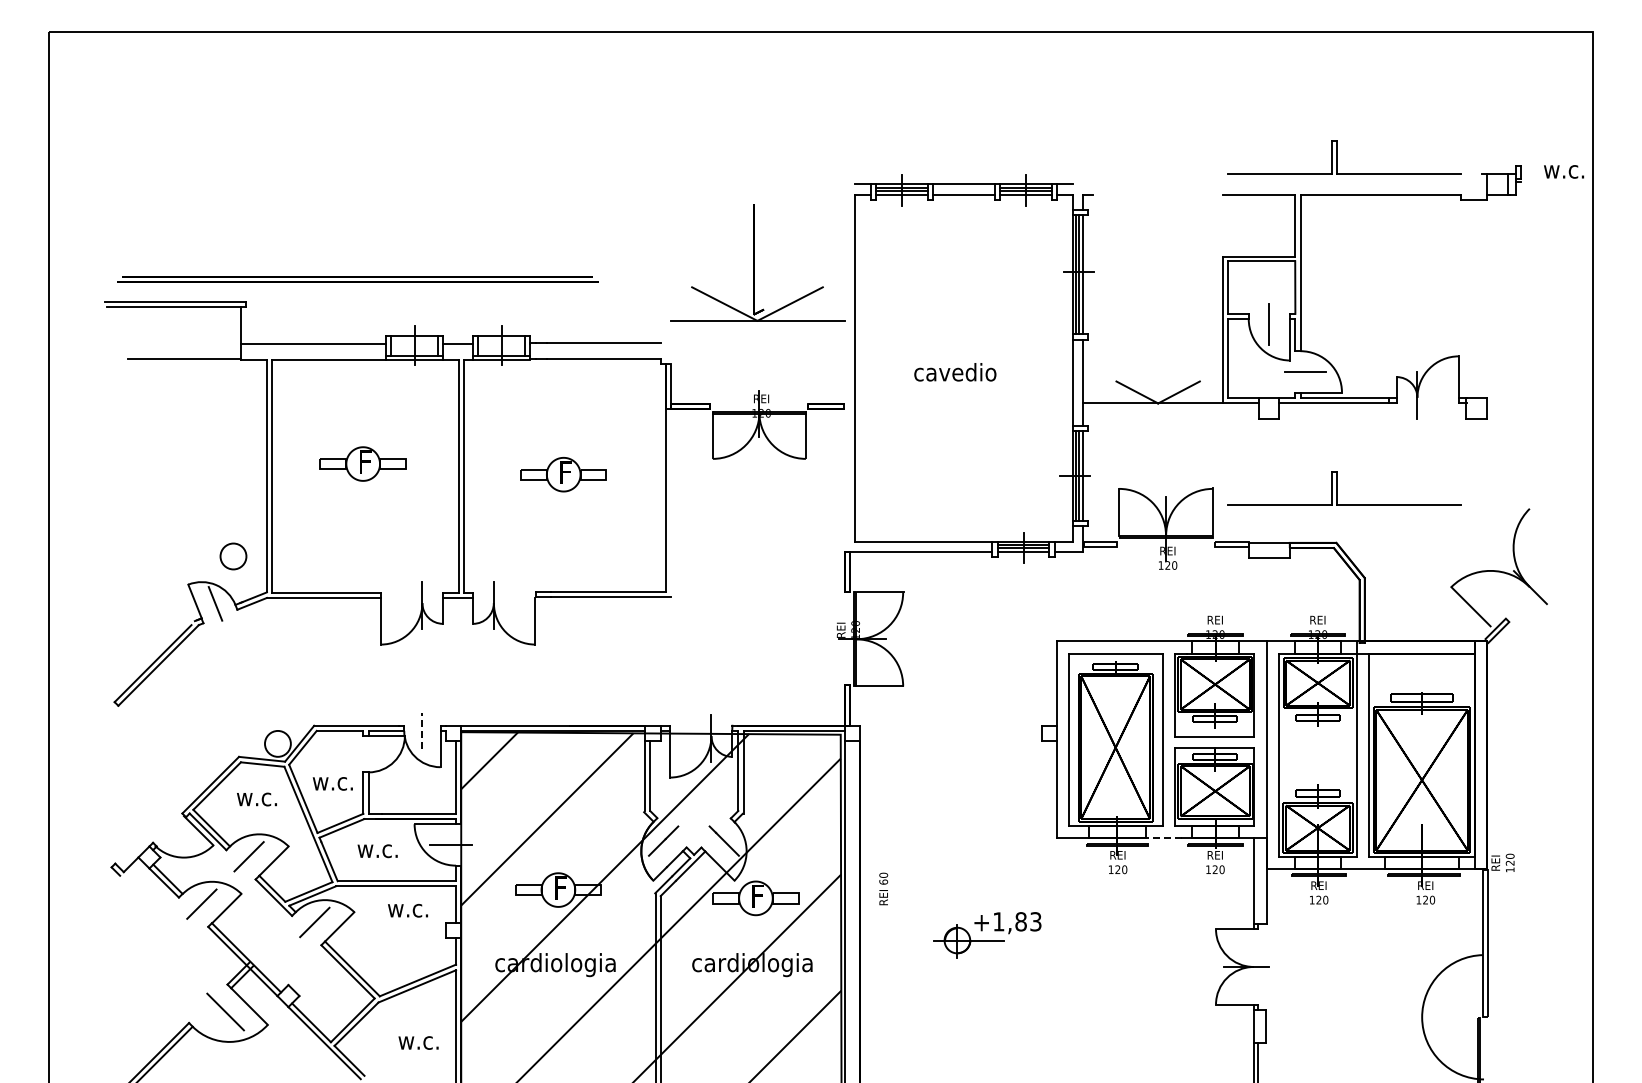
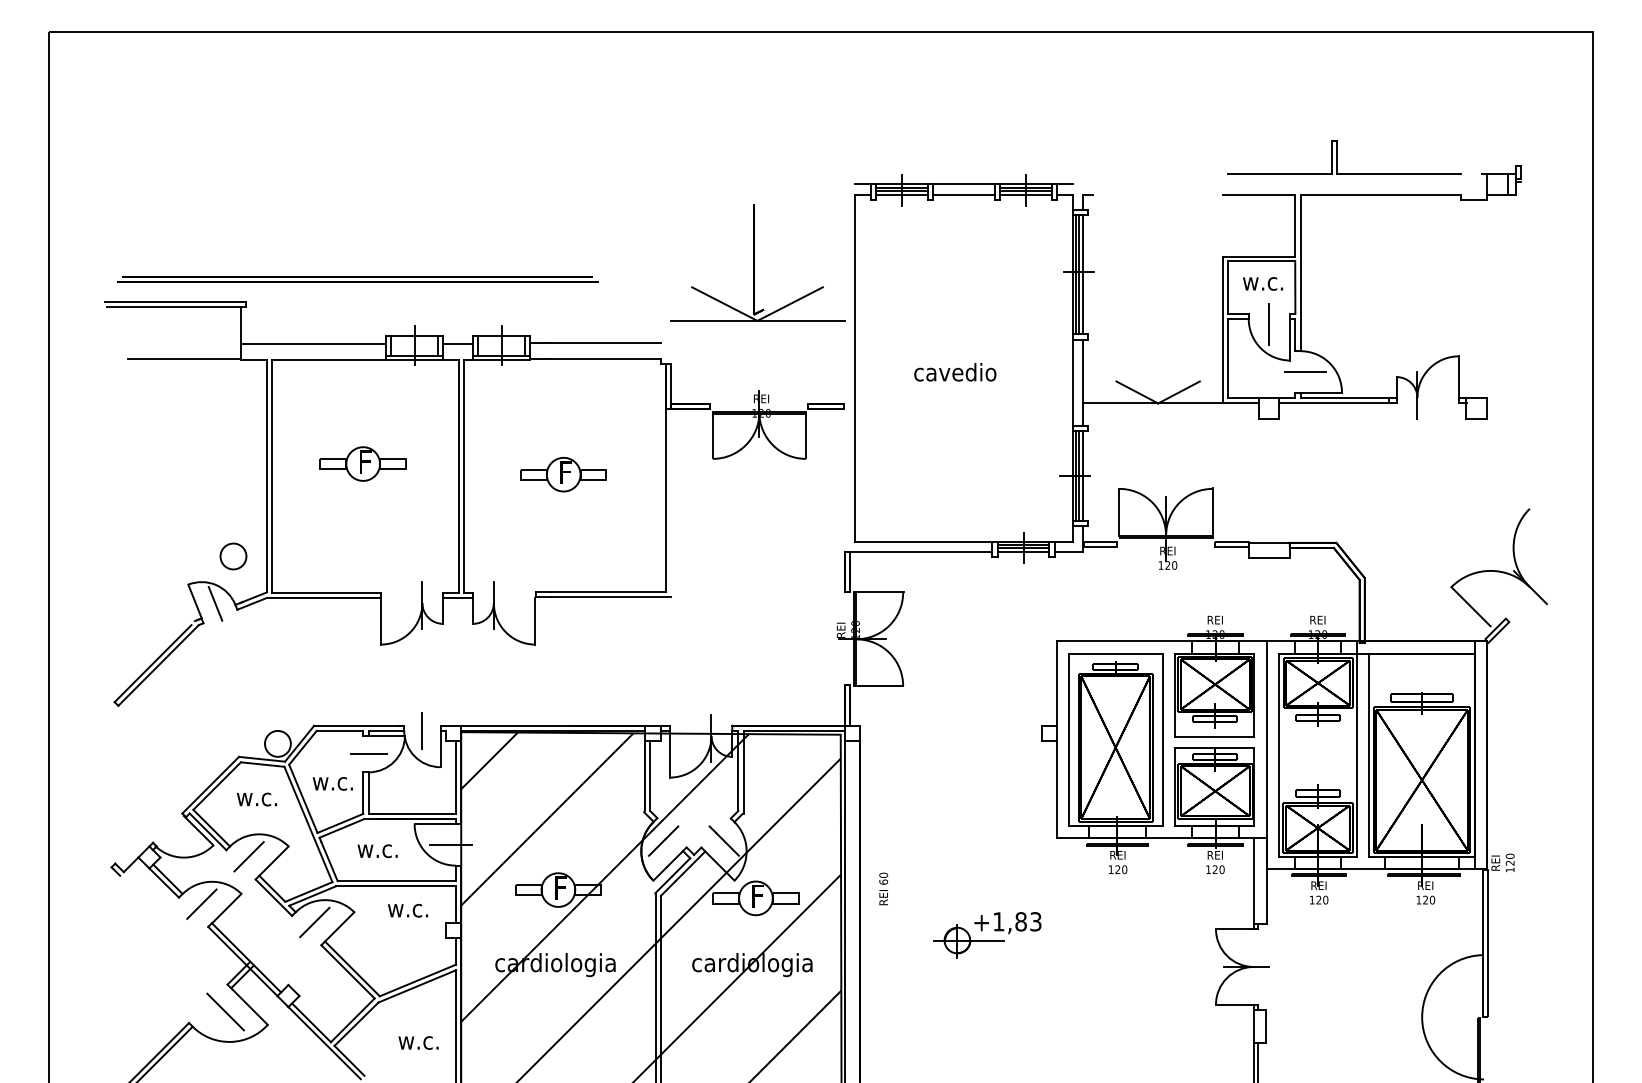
text at (1563, 171) position: (1563, 171) -> (1262, 283)
part at (1337, 488): present -> none
line at (422, 730): dashed -> solid
line at (368, 754): none -> present
line at (1163, 838): dashed -> solid
